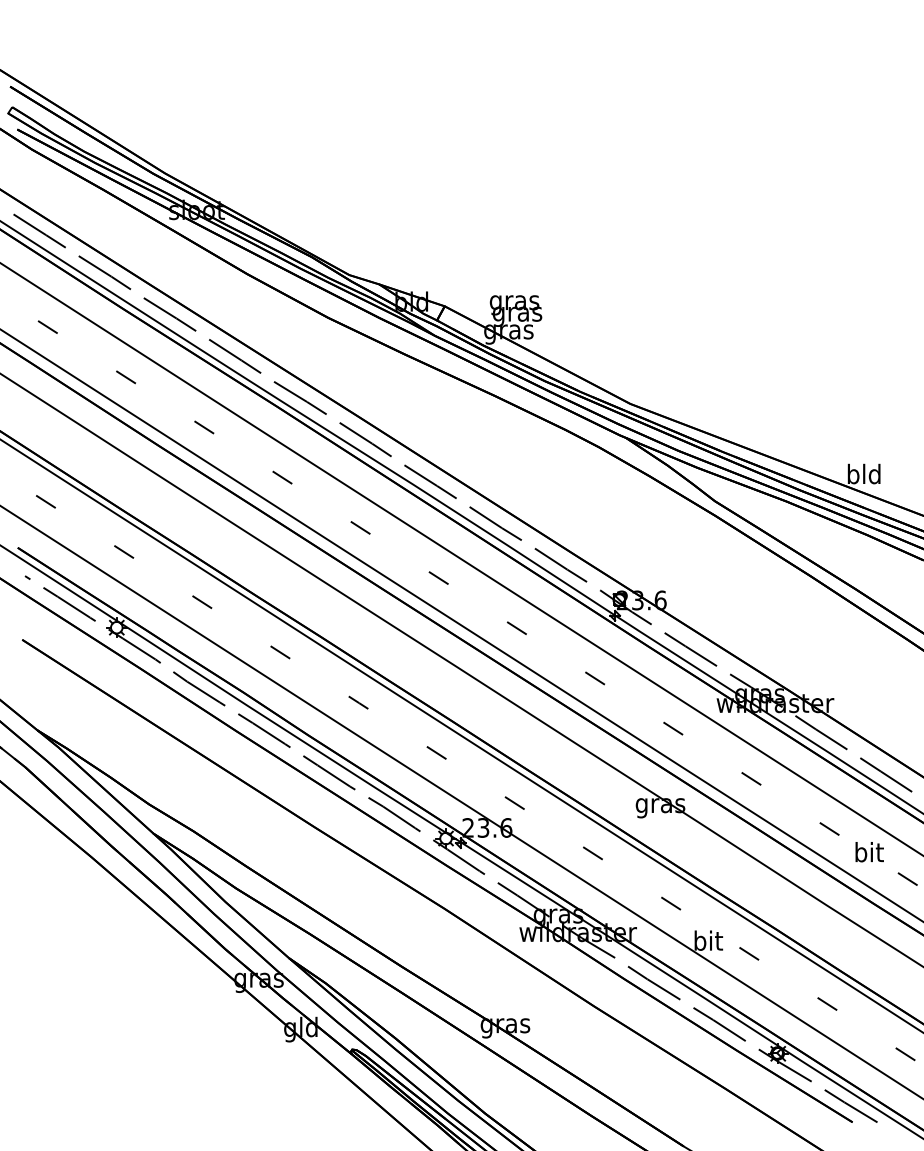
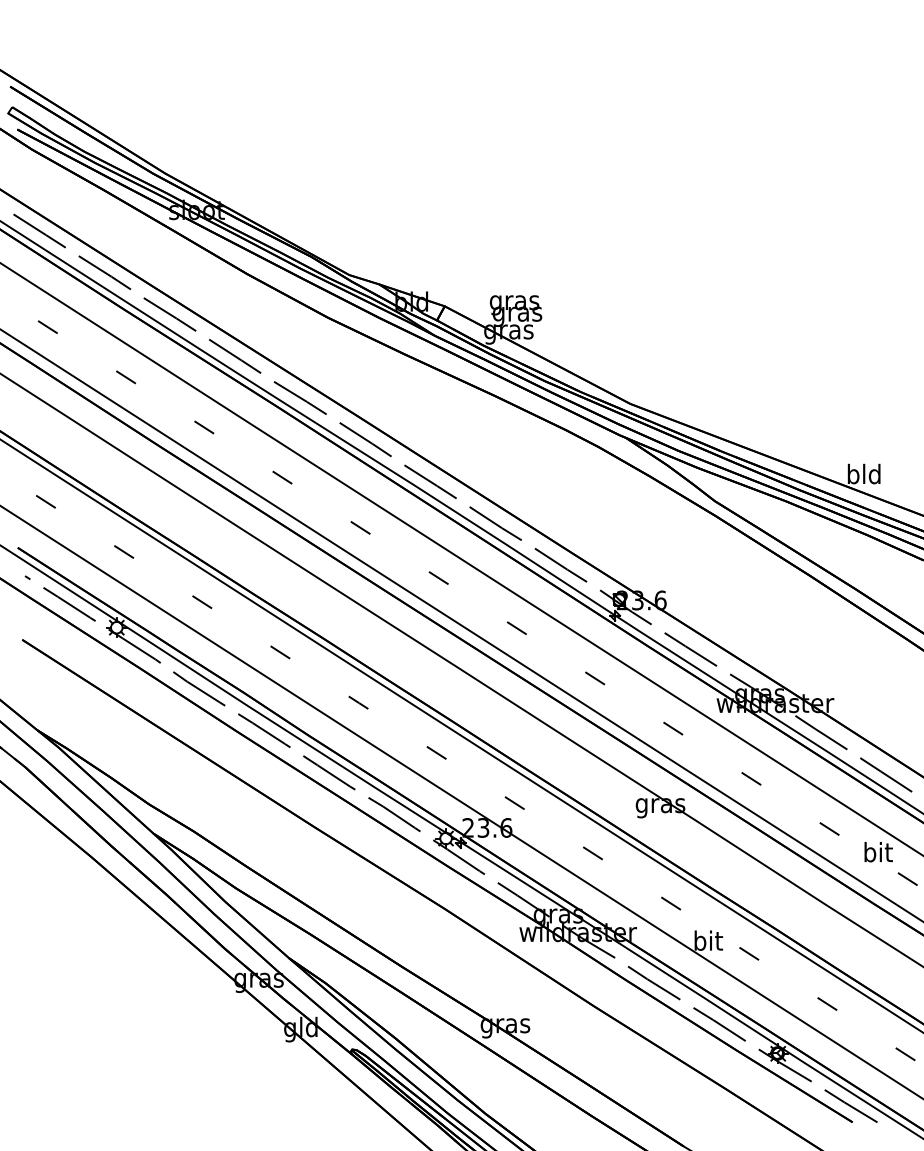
text at (869, 852) position: (869, 852) -> (878, 852)
